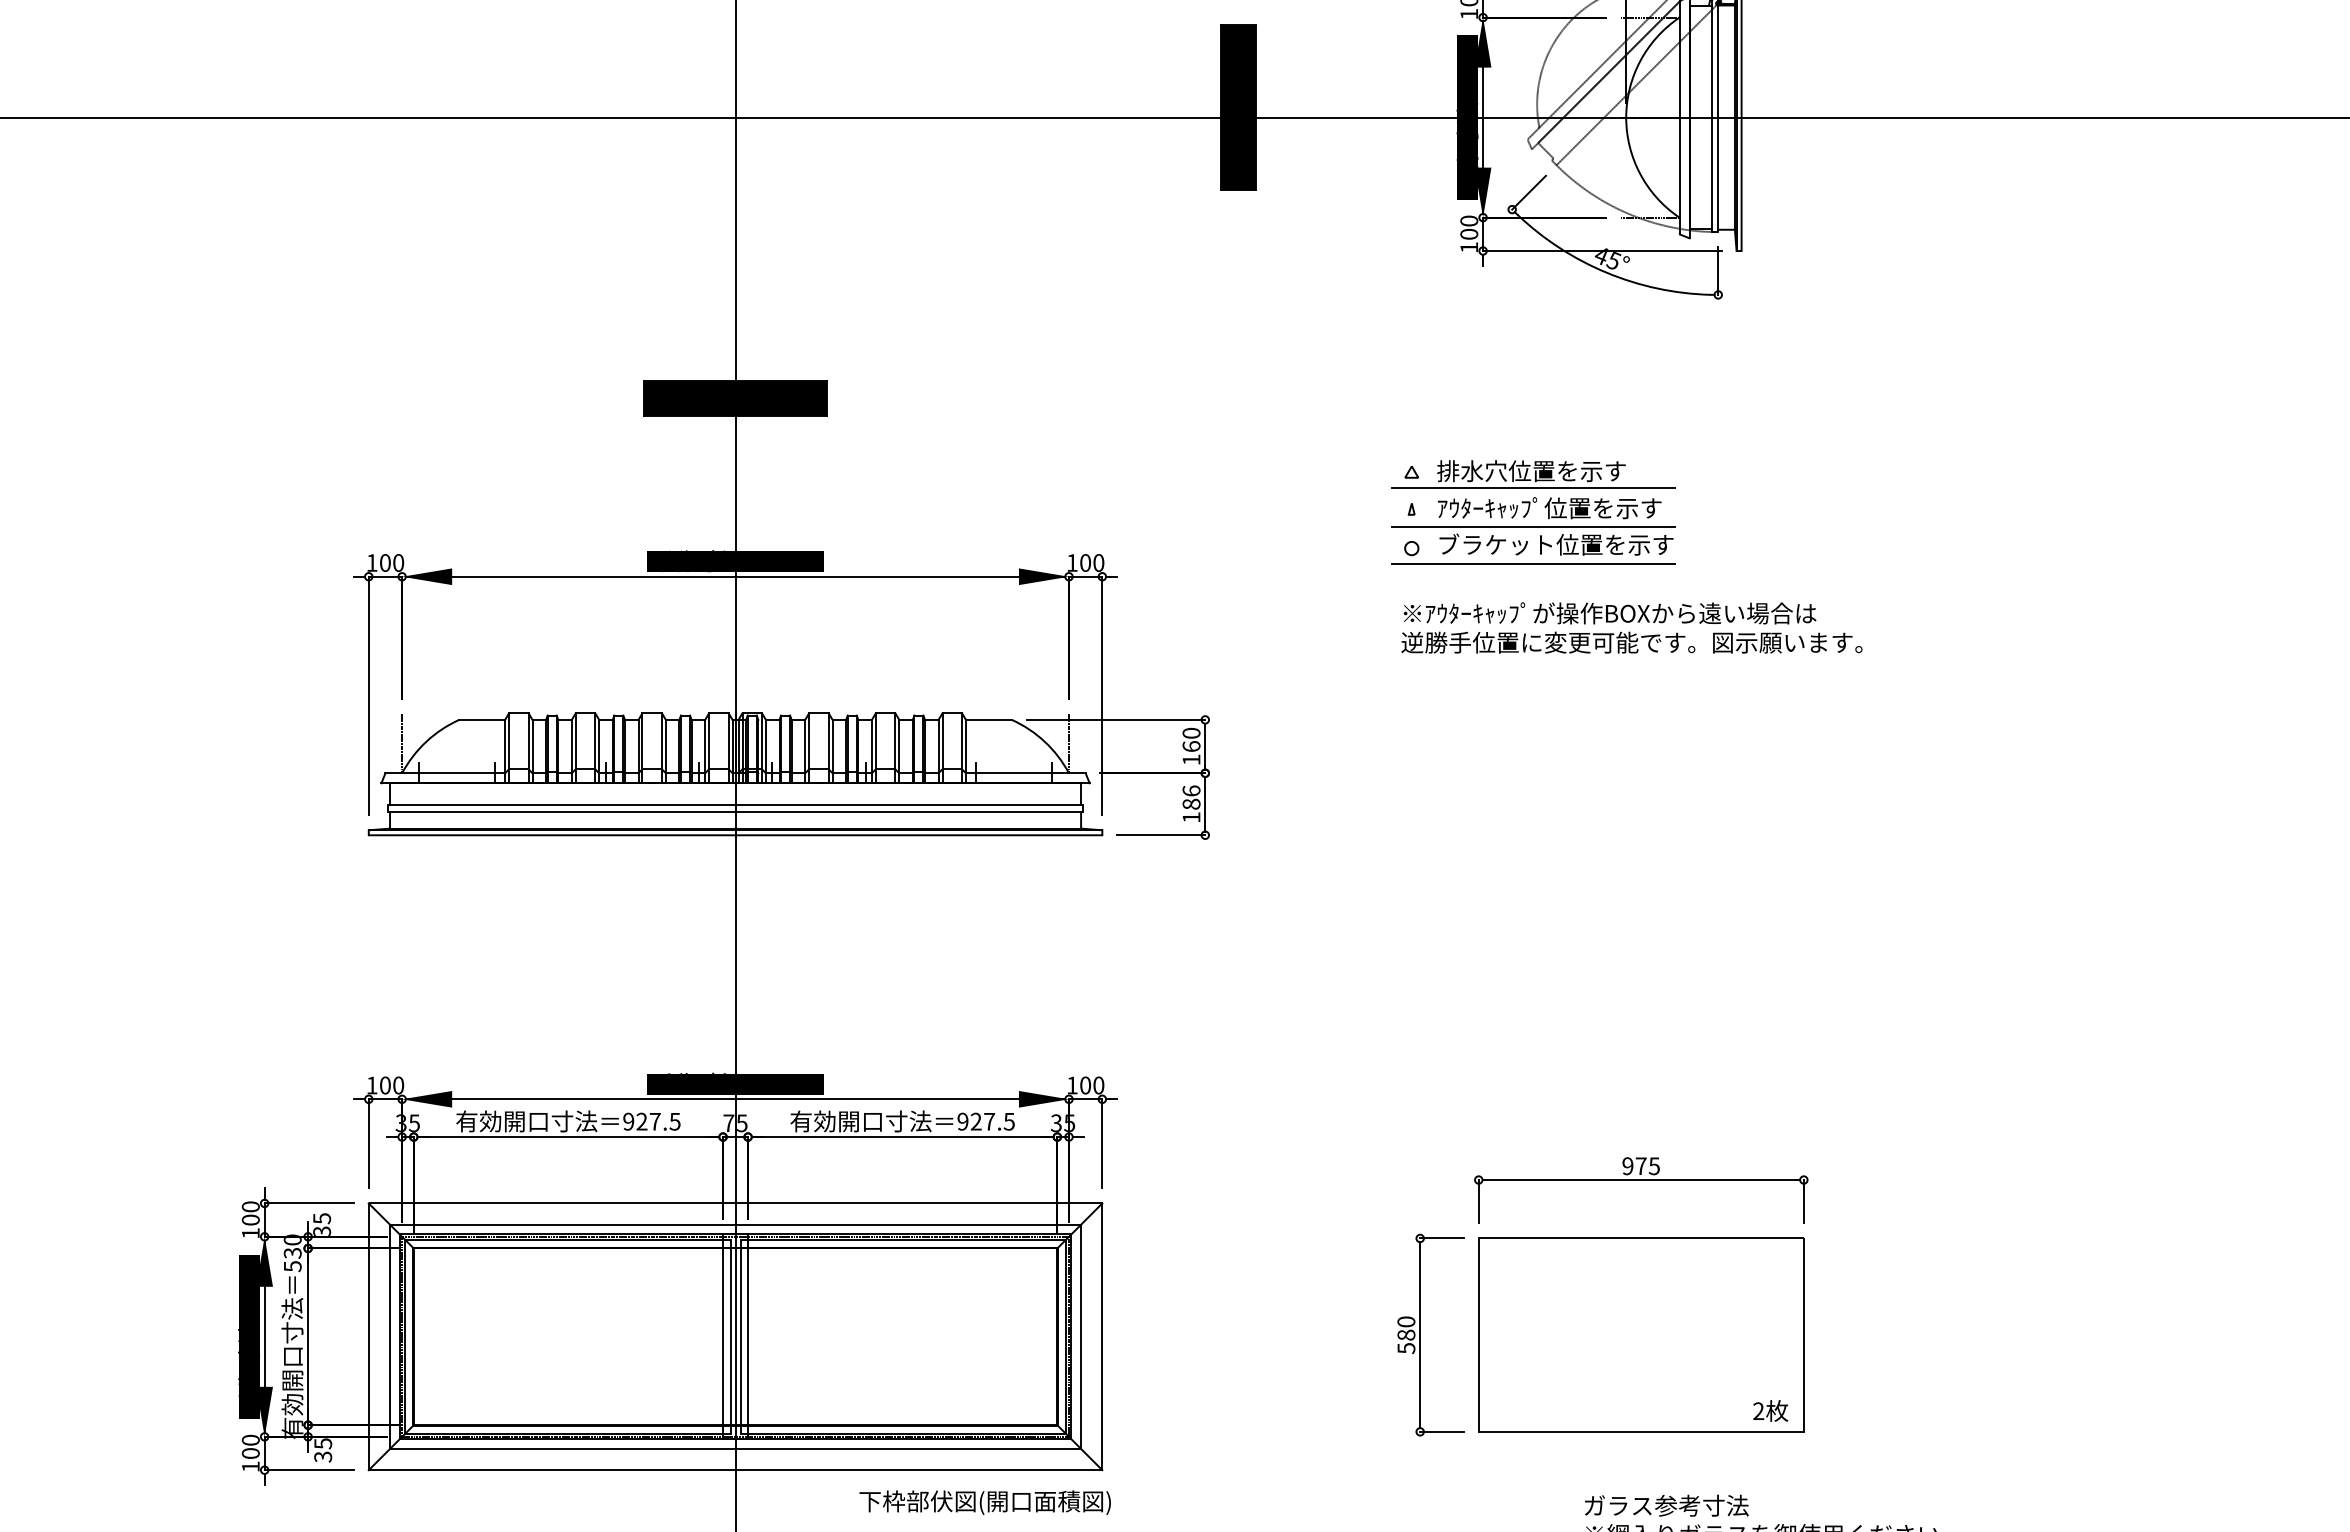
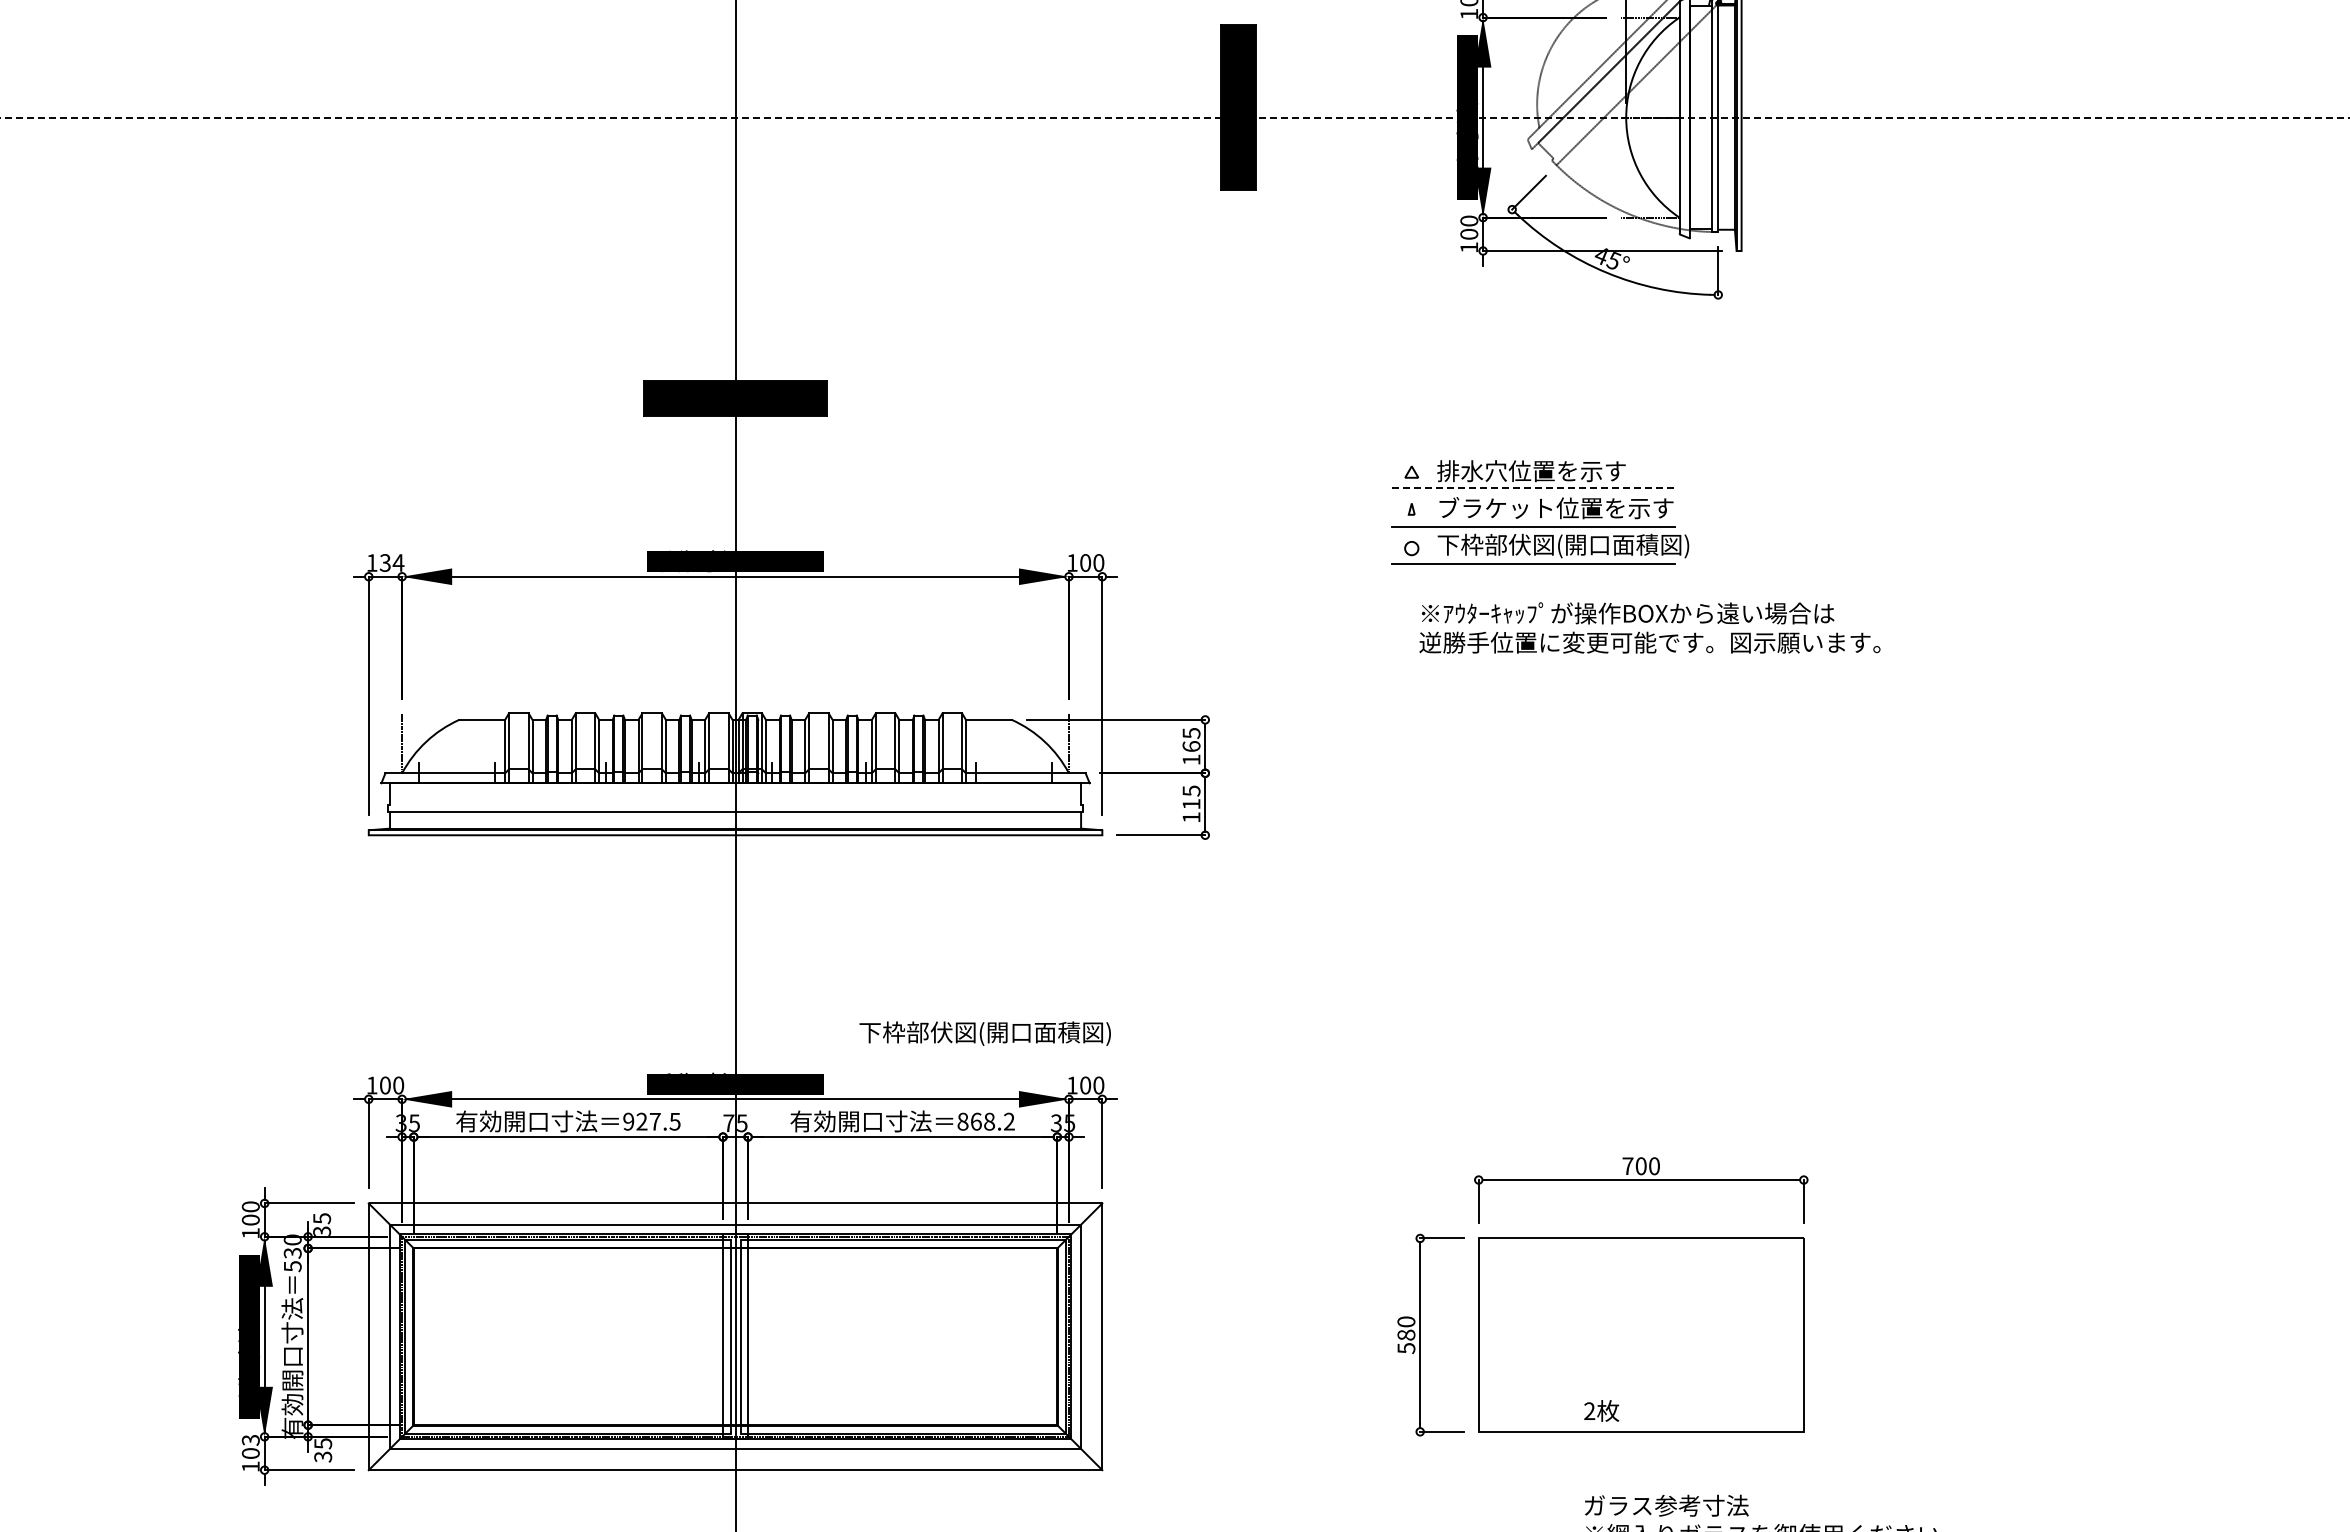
line at (1175, 117): solid -> dashed
line at (1533, 487): solid -> dashed
text at (1555, 508): ｱｳﾀｰｷｬｯﾌﾟ位置を示す -> ブラケット位置を示す
text at (1563, 545): ブラケット位置を示す -> 下枠部伏図(開口面積図)
text at (391, 562): 100 -> 134
text at (1631, 627) position: (1631, 627) -> (1649, 627)
text at (1191, 733): 160 -> 165
text at (1191, 797): 186 -> 115
line at (735, 805): present -> none
text at (985, 1121): 927.5 -> 868.2
text at (1640, 1166): 975 -> 700
text at (1770, 1410) position: (1770, 1410) -> (1601, 1410)
text at (250, 1439): 100 -> 103
text at (984, 1502) position: (984, 1502) -> (984, 1033)
